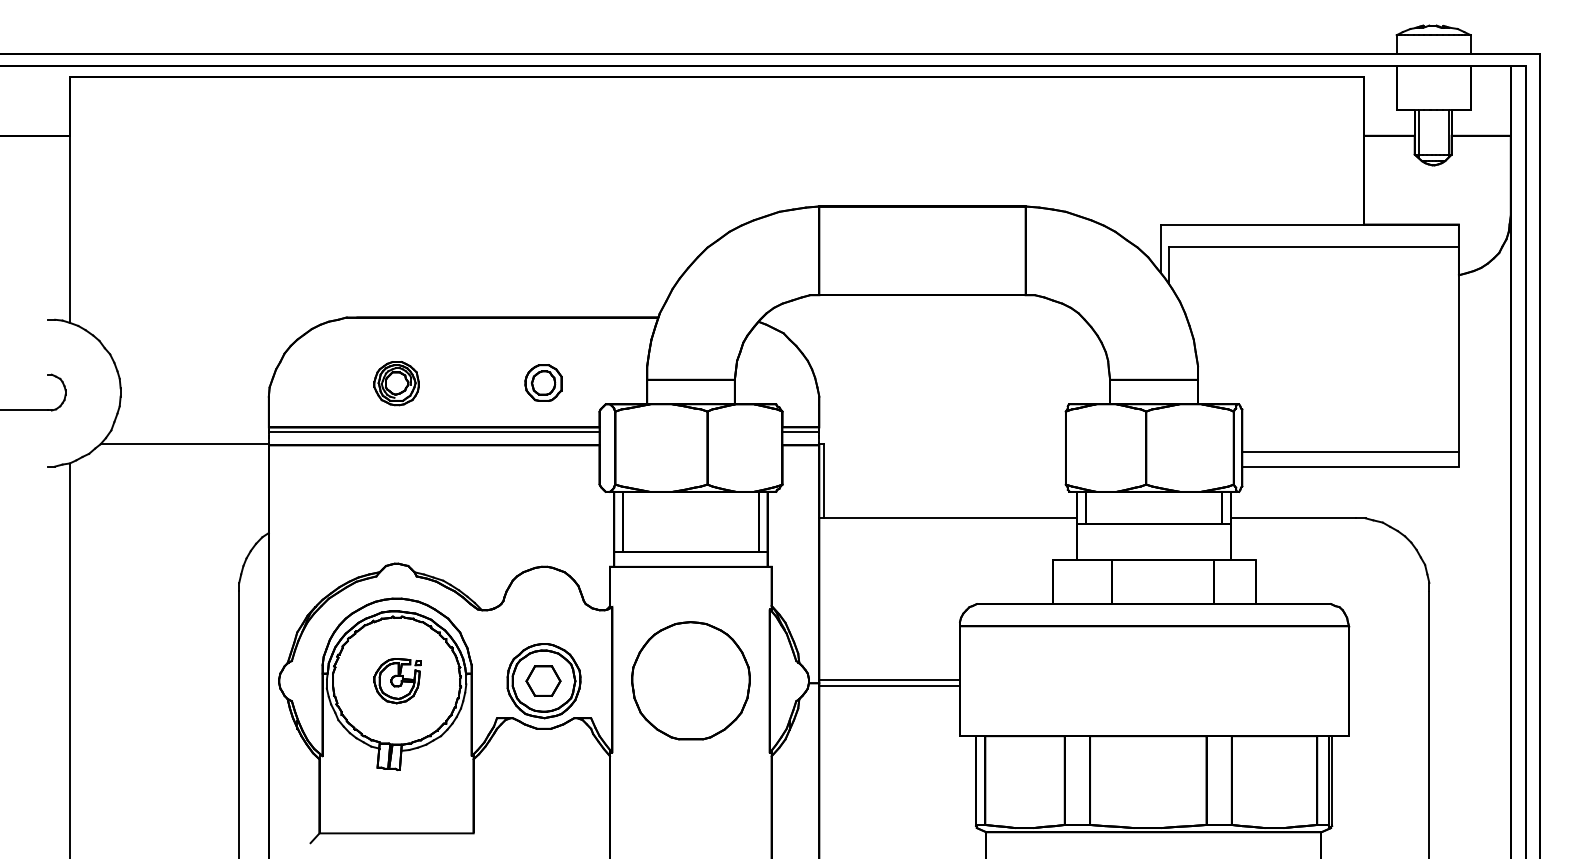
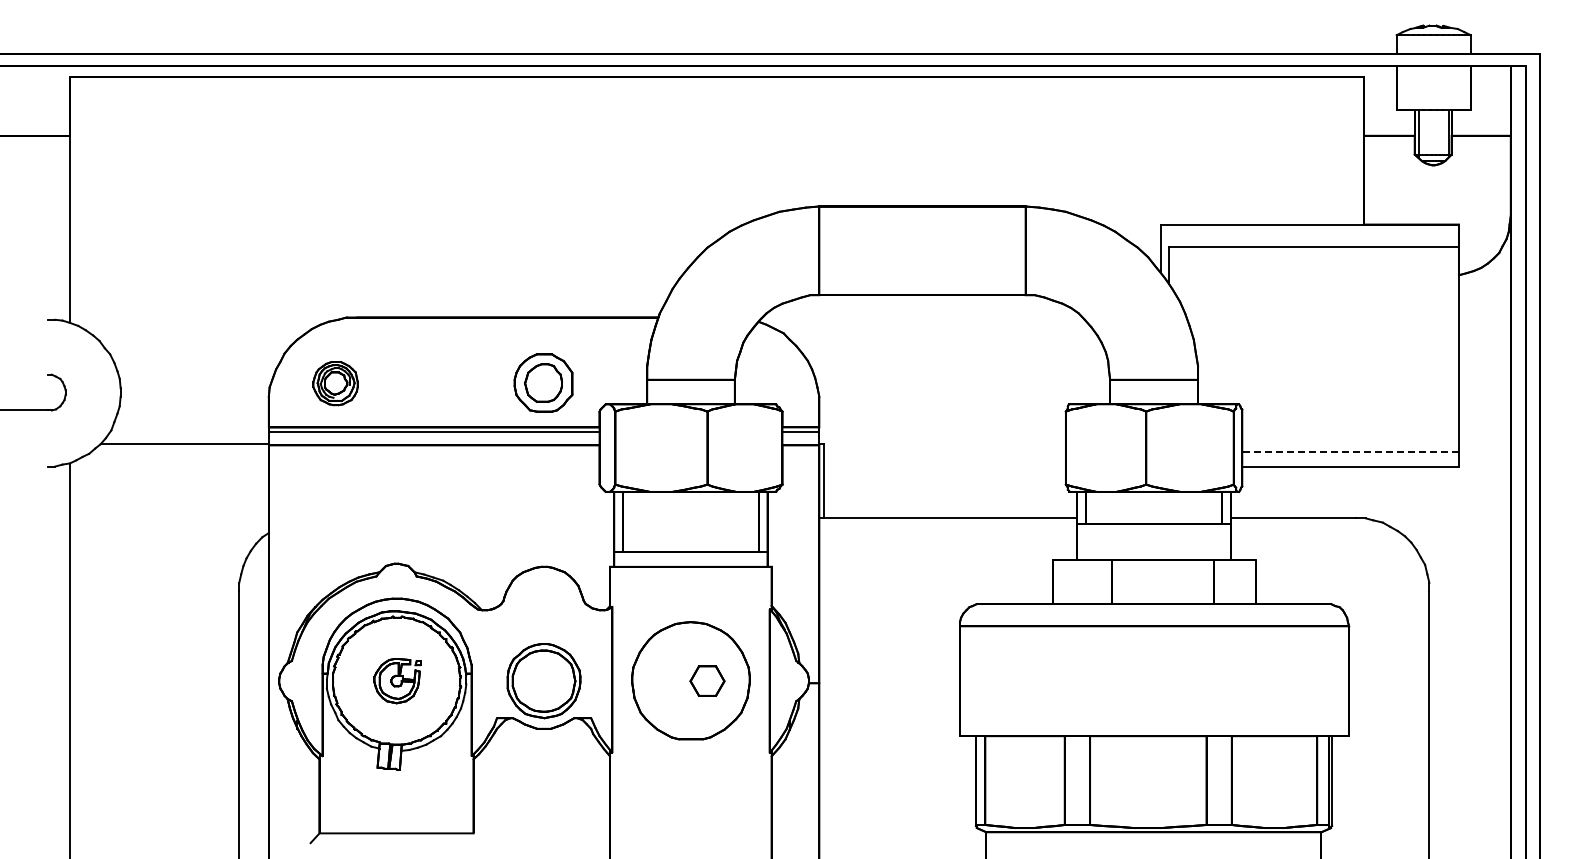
part at (543, 382) size: 39x38 px -> 61x60 px
part at (396, 383) position: (396, 383) -> (335, 383)
line at (1350, 451): solid -> dashed
part at (543, 680) position: (543, 680) -> (707, 680)
line at (889, 680): present -> none
line at (889, 686): present -> none
